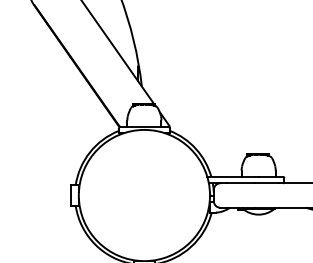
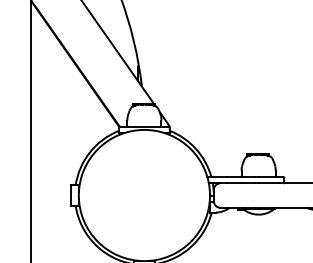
line at (30, 130): none -> present
